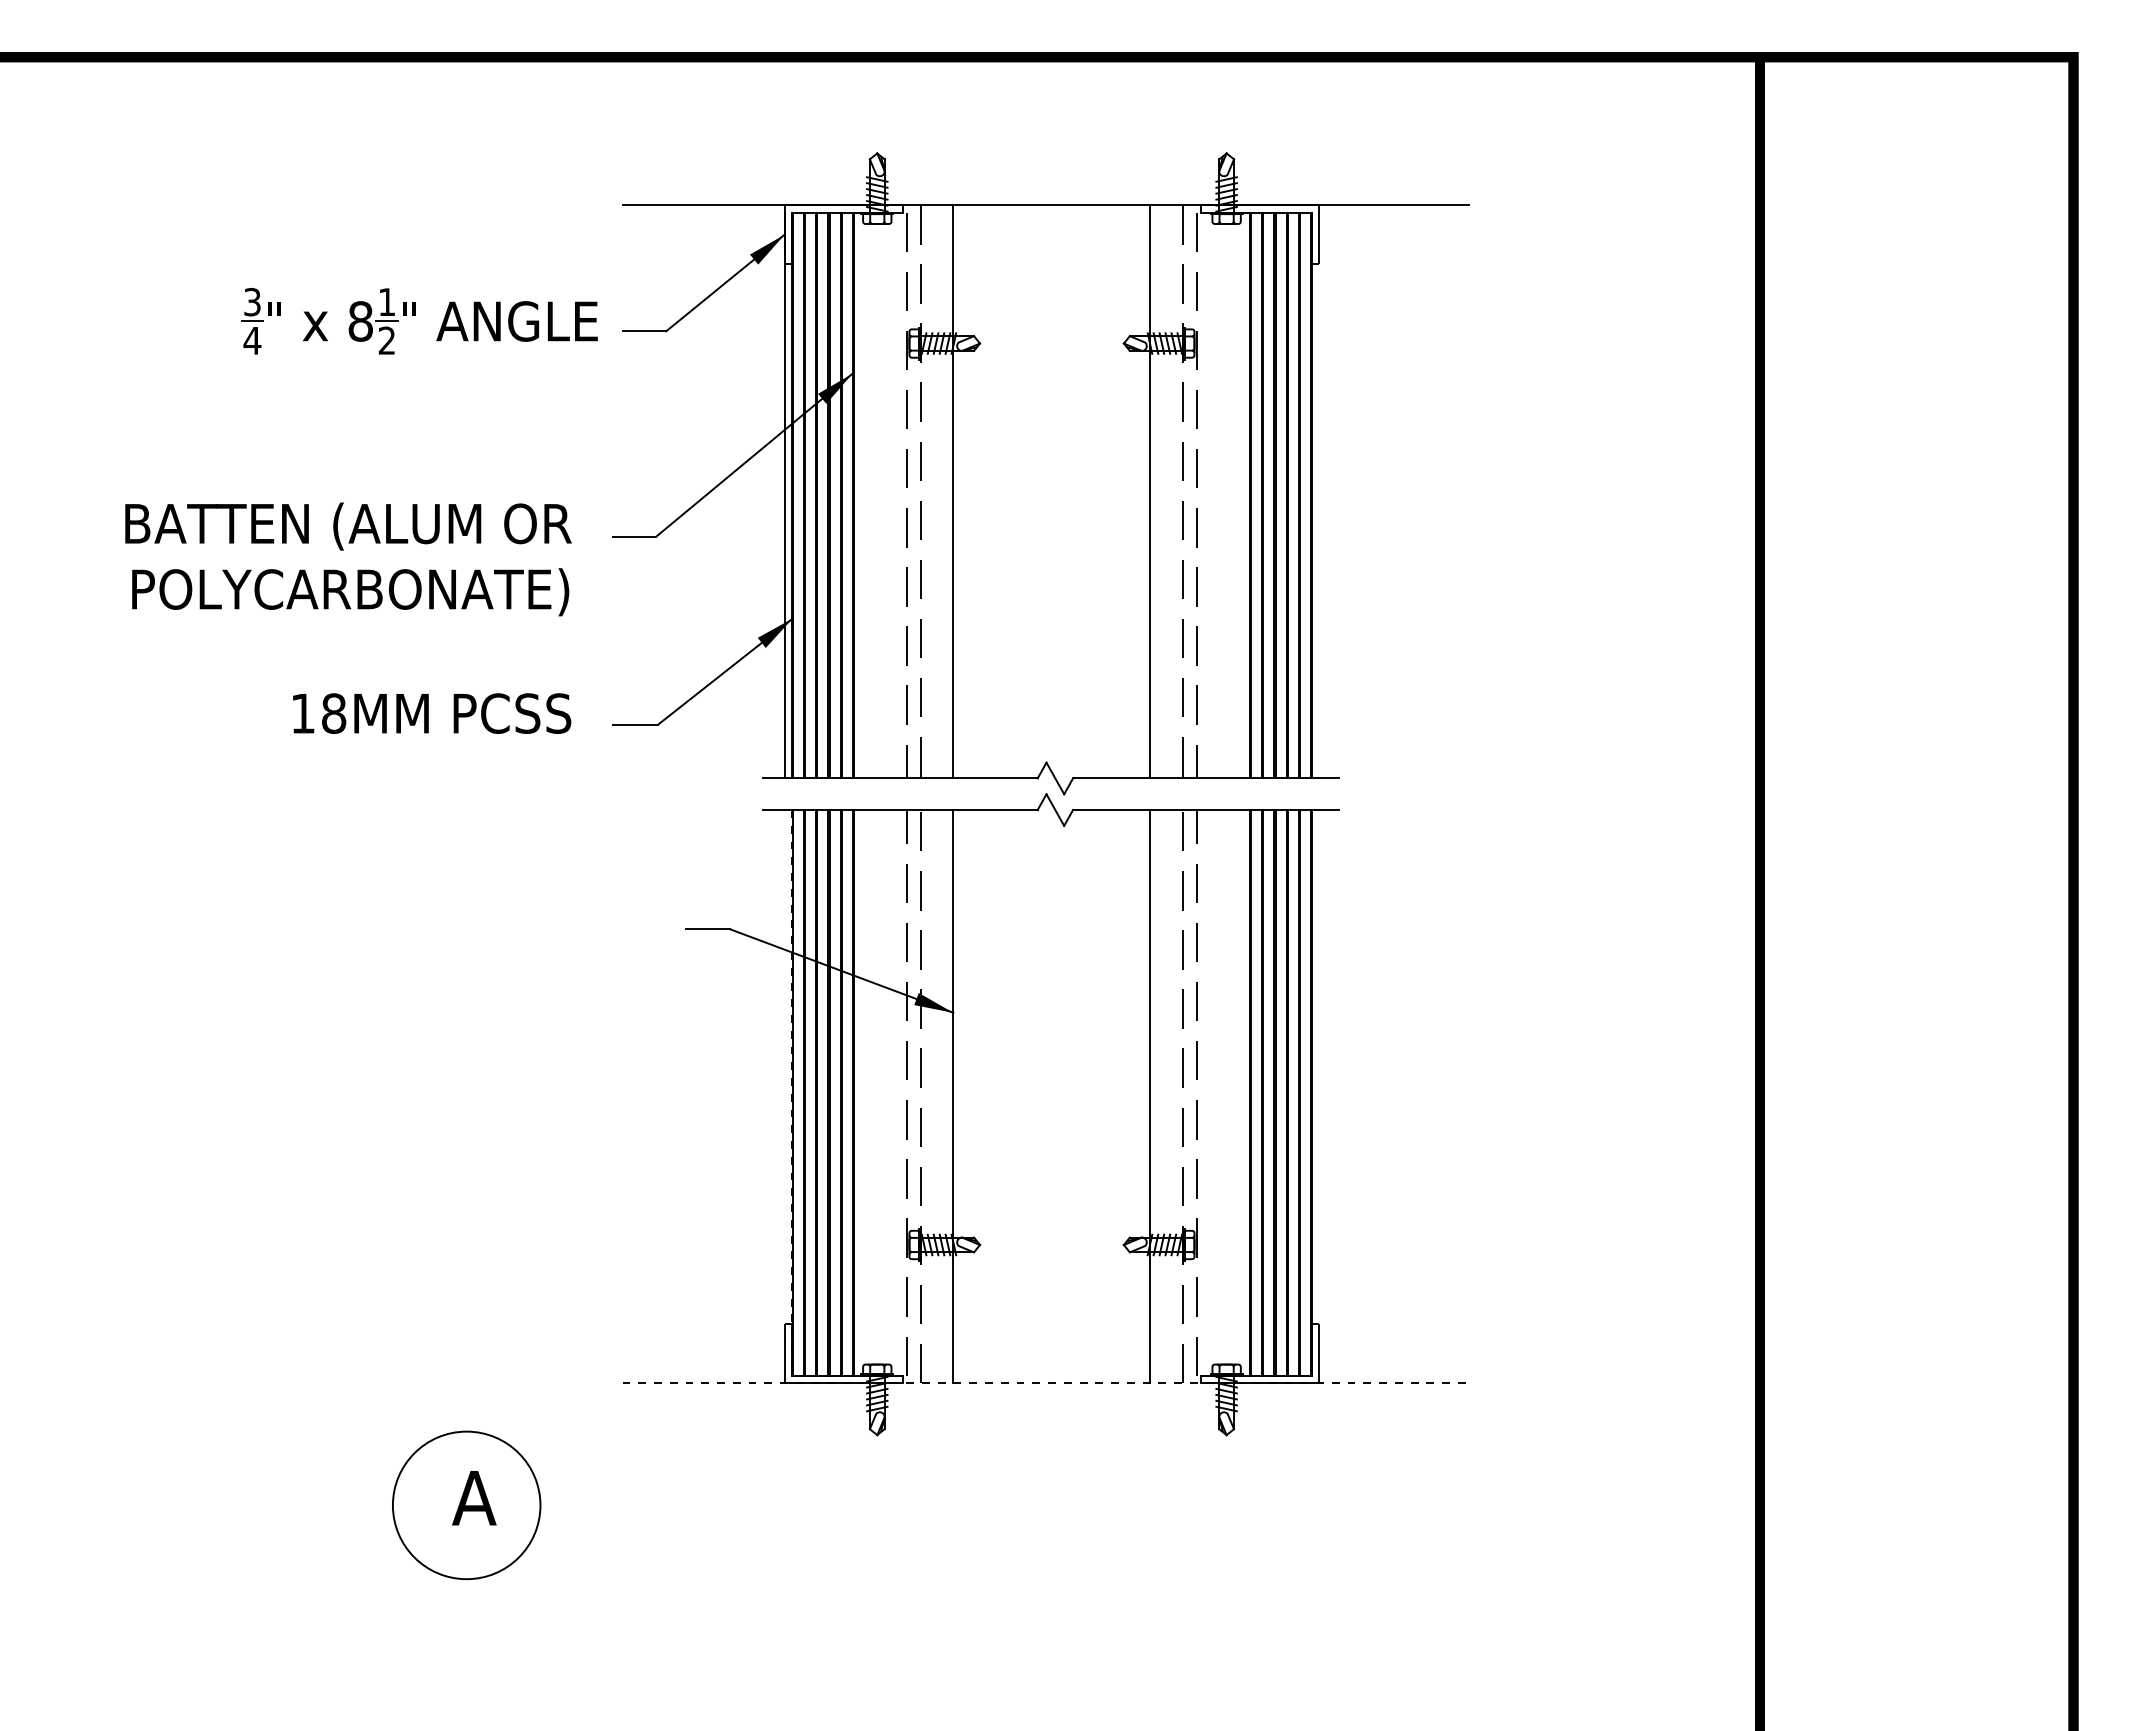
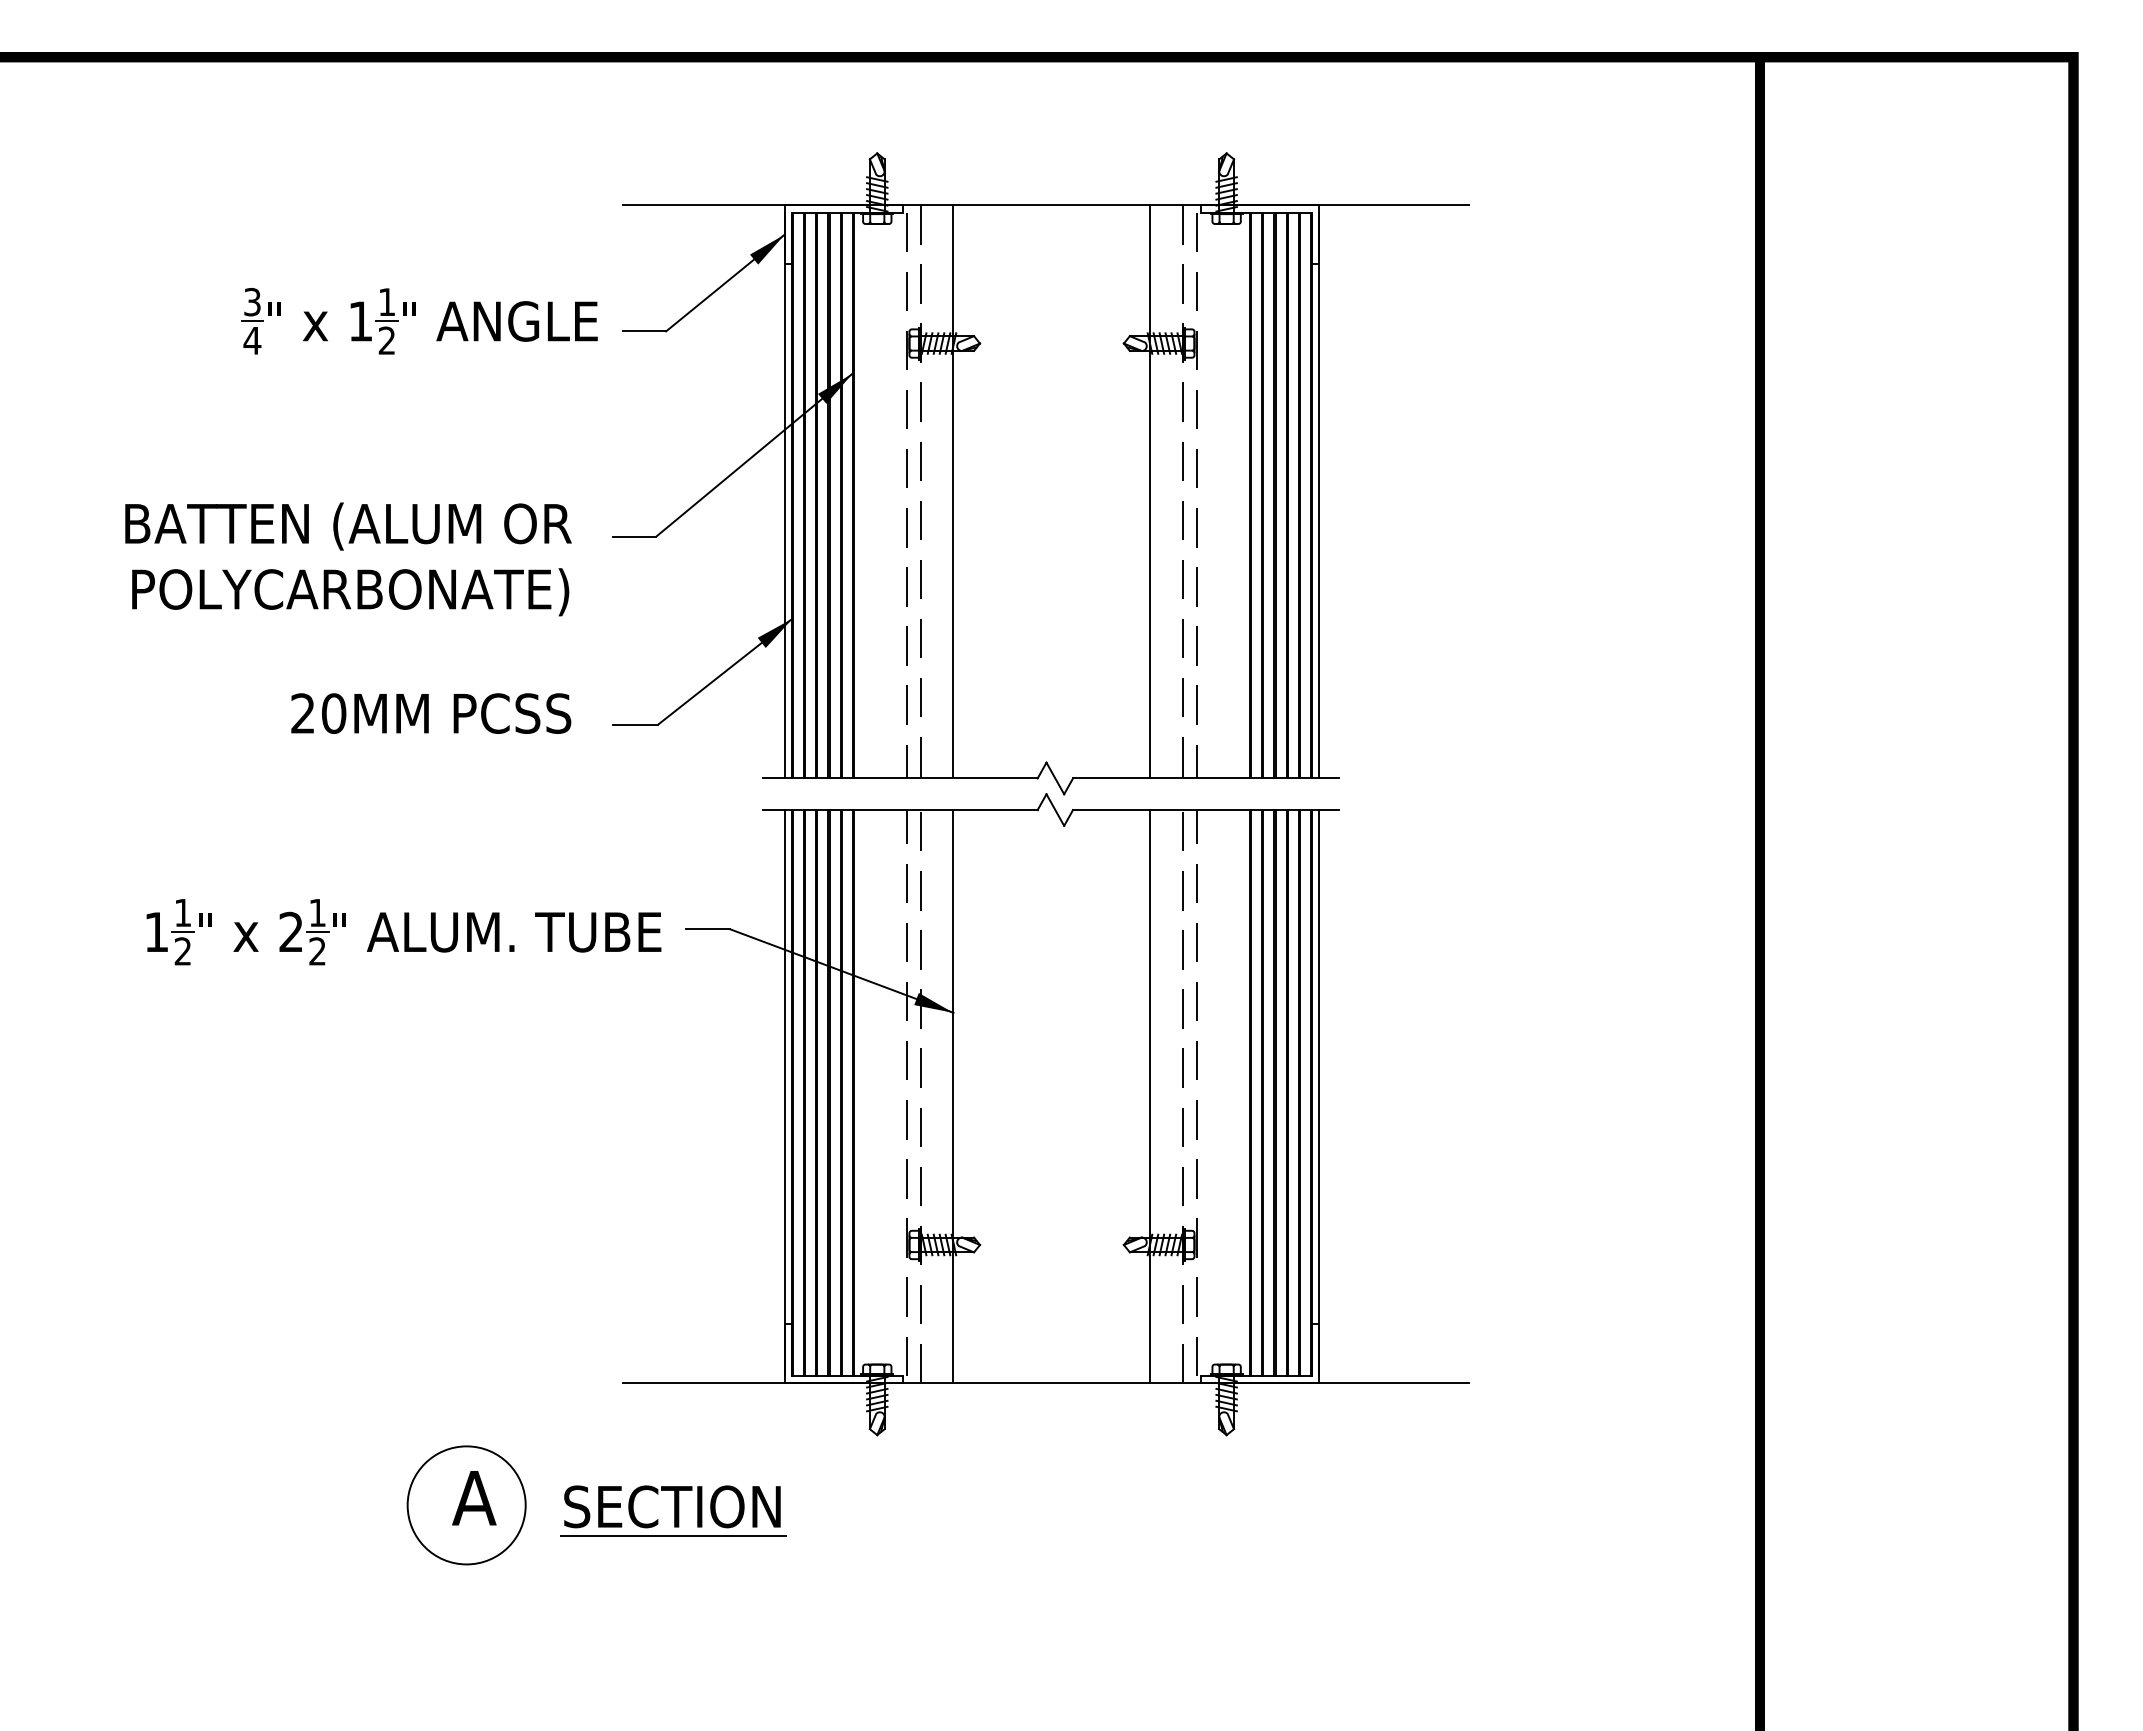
text at (360, 321): 8 -> 1
line at (1319, 495): none -> present
text at (318, 713): 18MM -> 20MM
part at (403, 932): none -> present
line at (784, 1092): none -> present
line at (1319, 1092): none -> present
line at (791, 1093): dashed -> solid
line at (1046, 1383): dashed -> solid
circle at (466, 1505) diameter: 148 px -> 118 px
part at (673, 1510): none -> present
